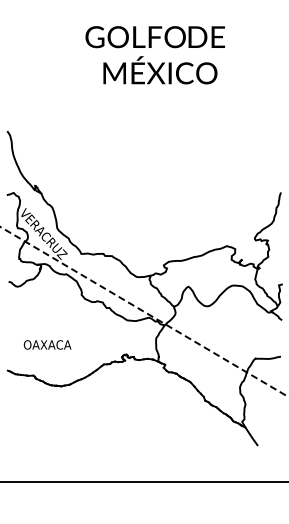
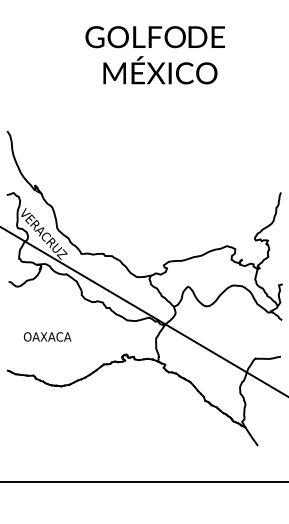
line at (144, 311): dashed -> solid
text at (47, 344) position: (47, 344) -> (47, 336)
